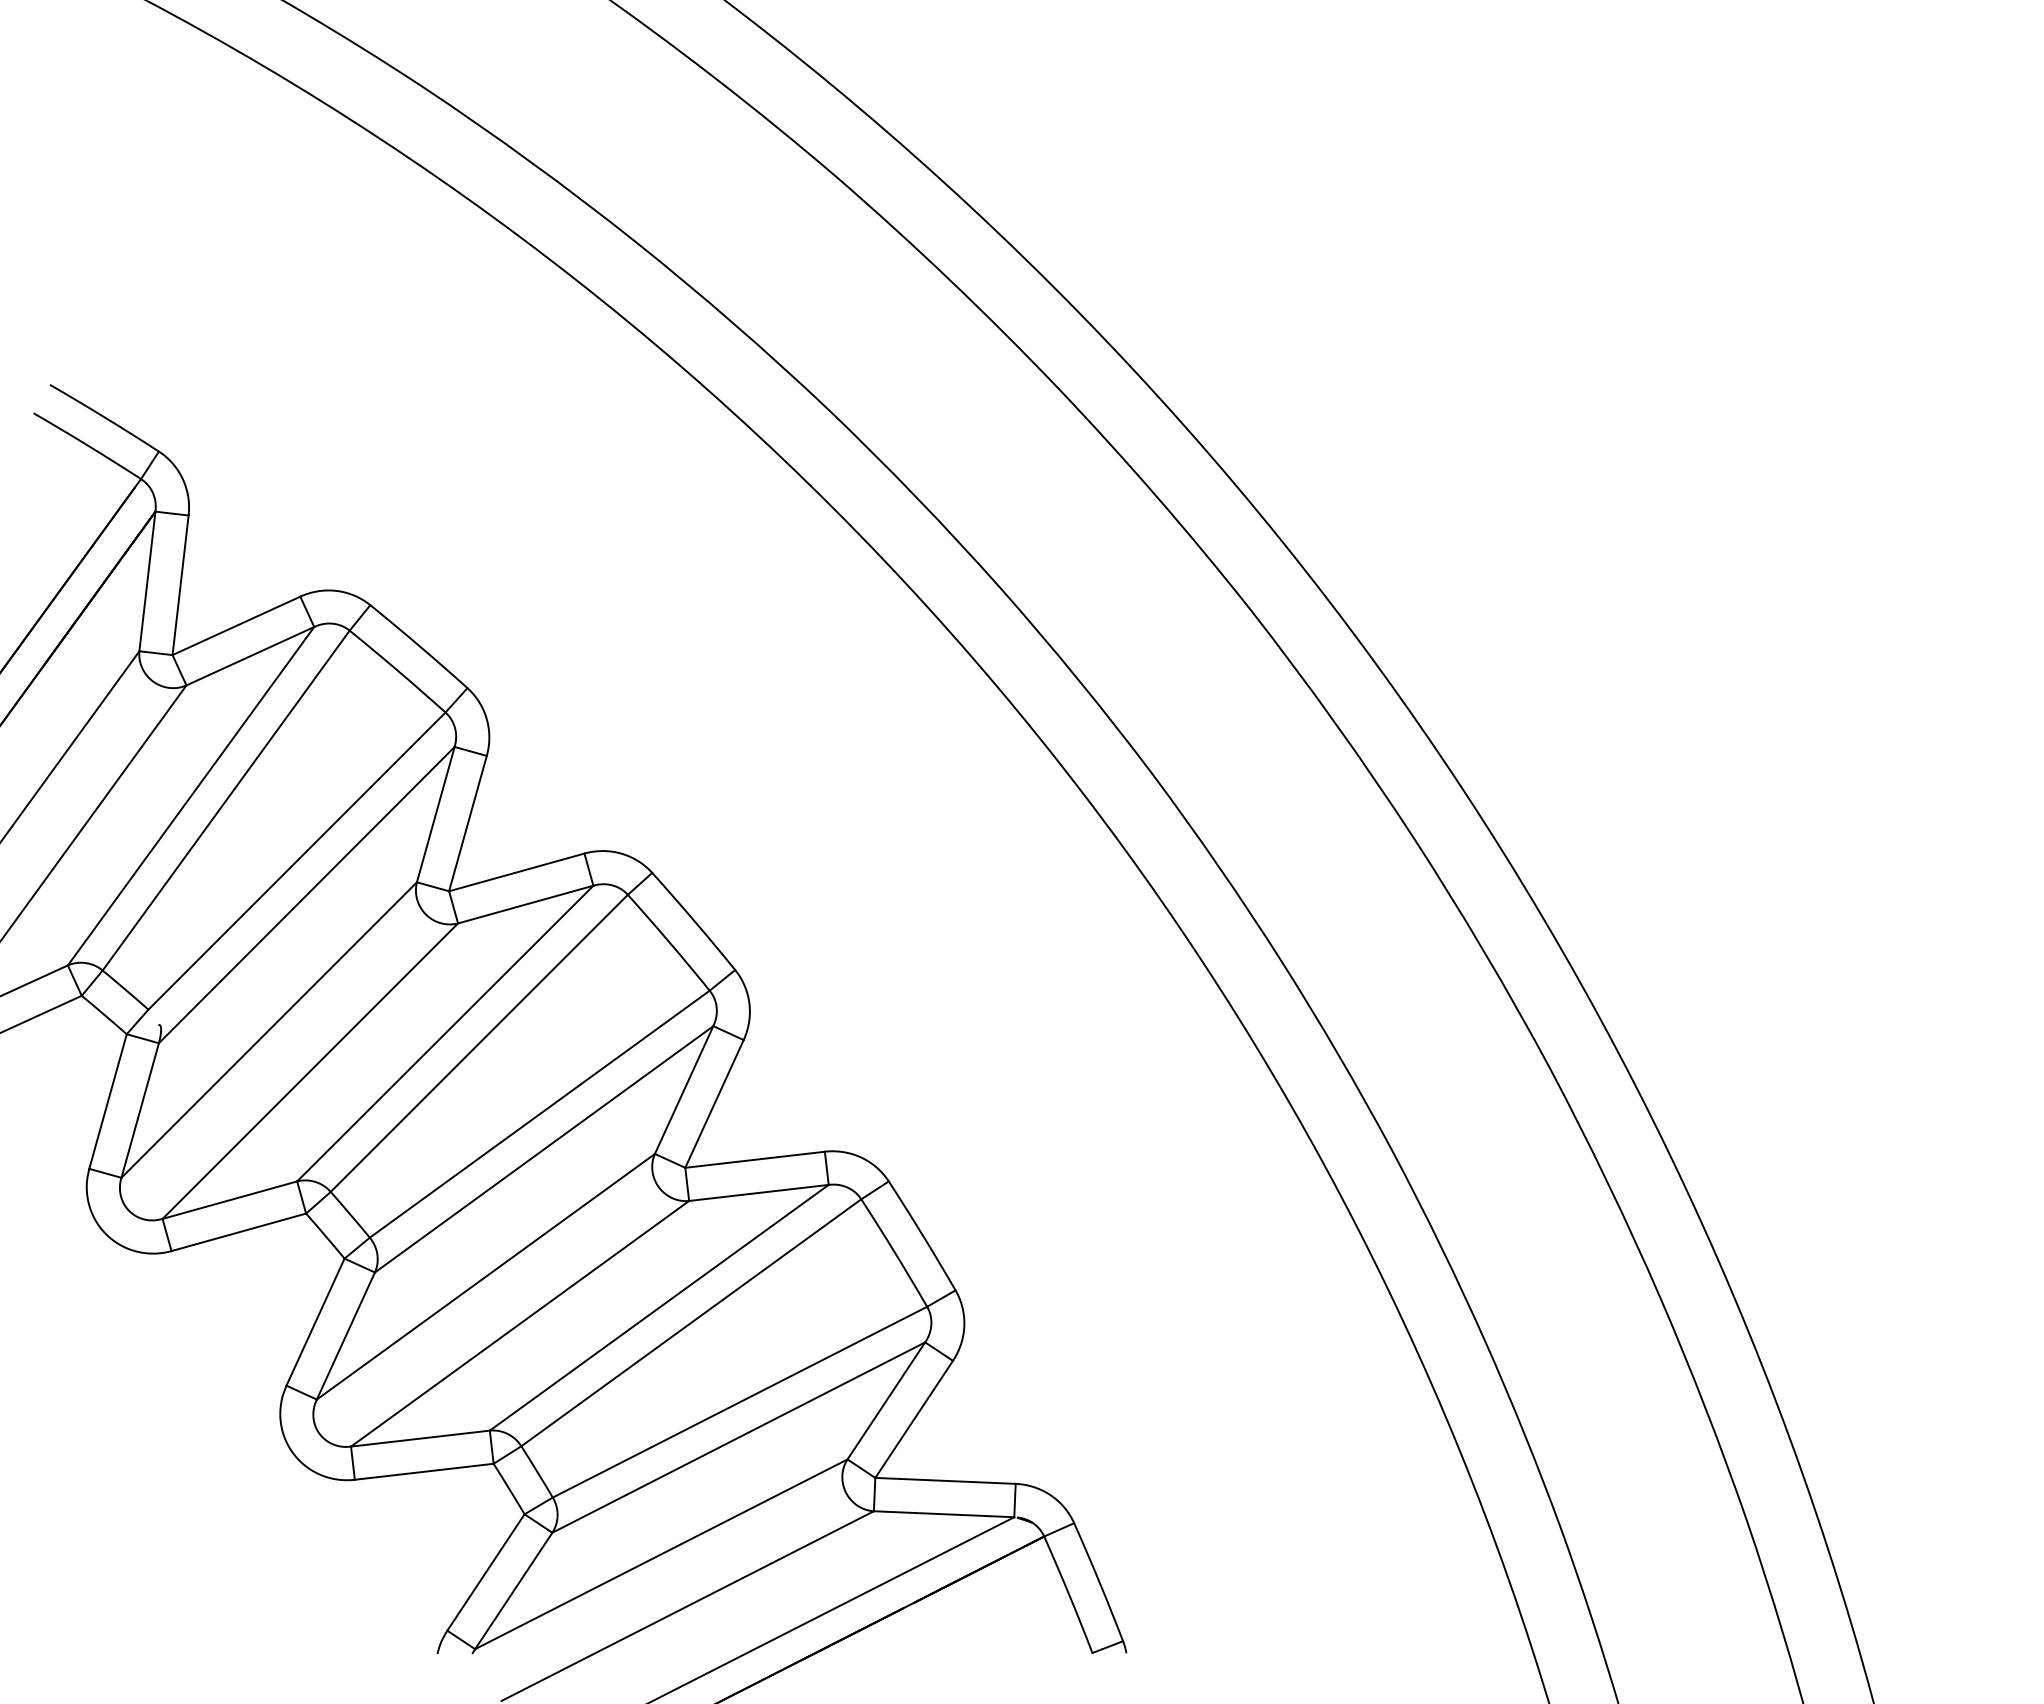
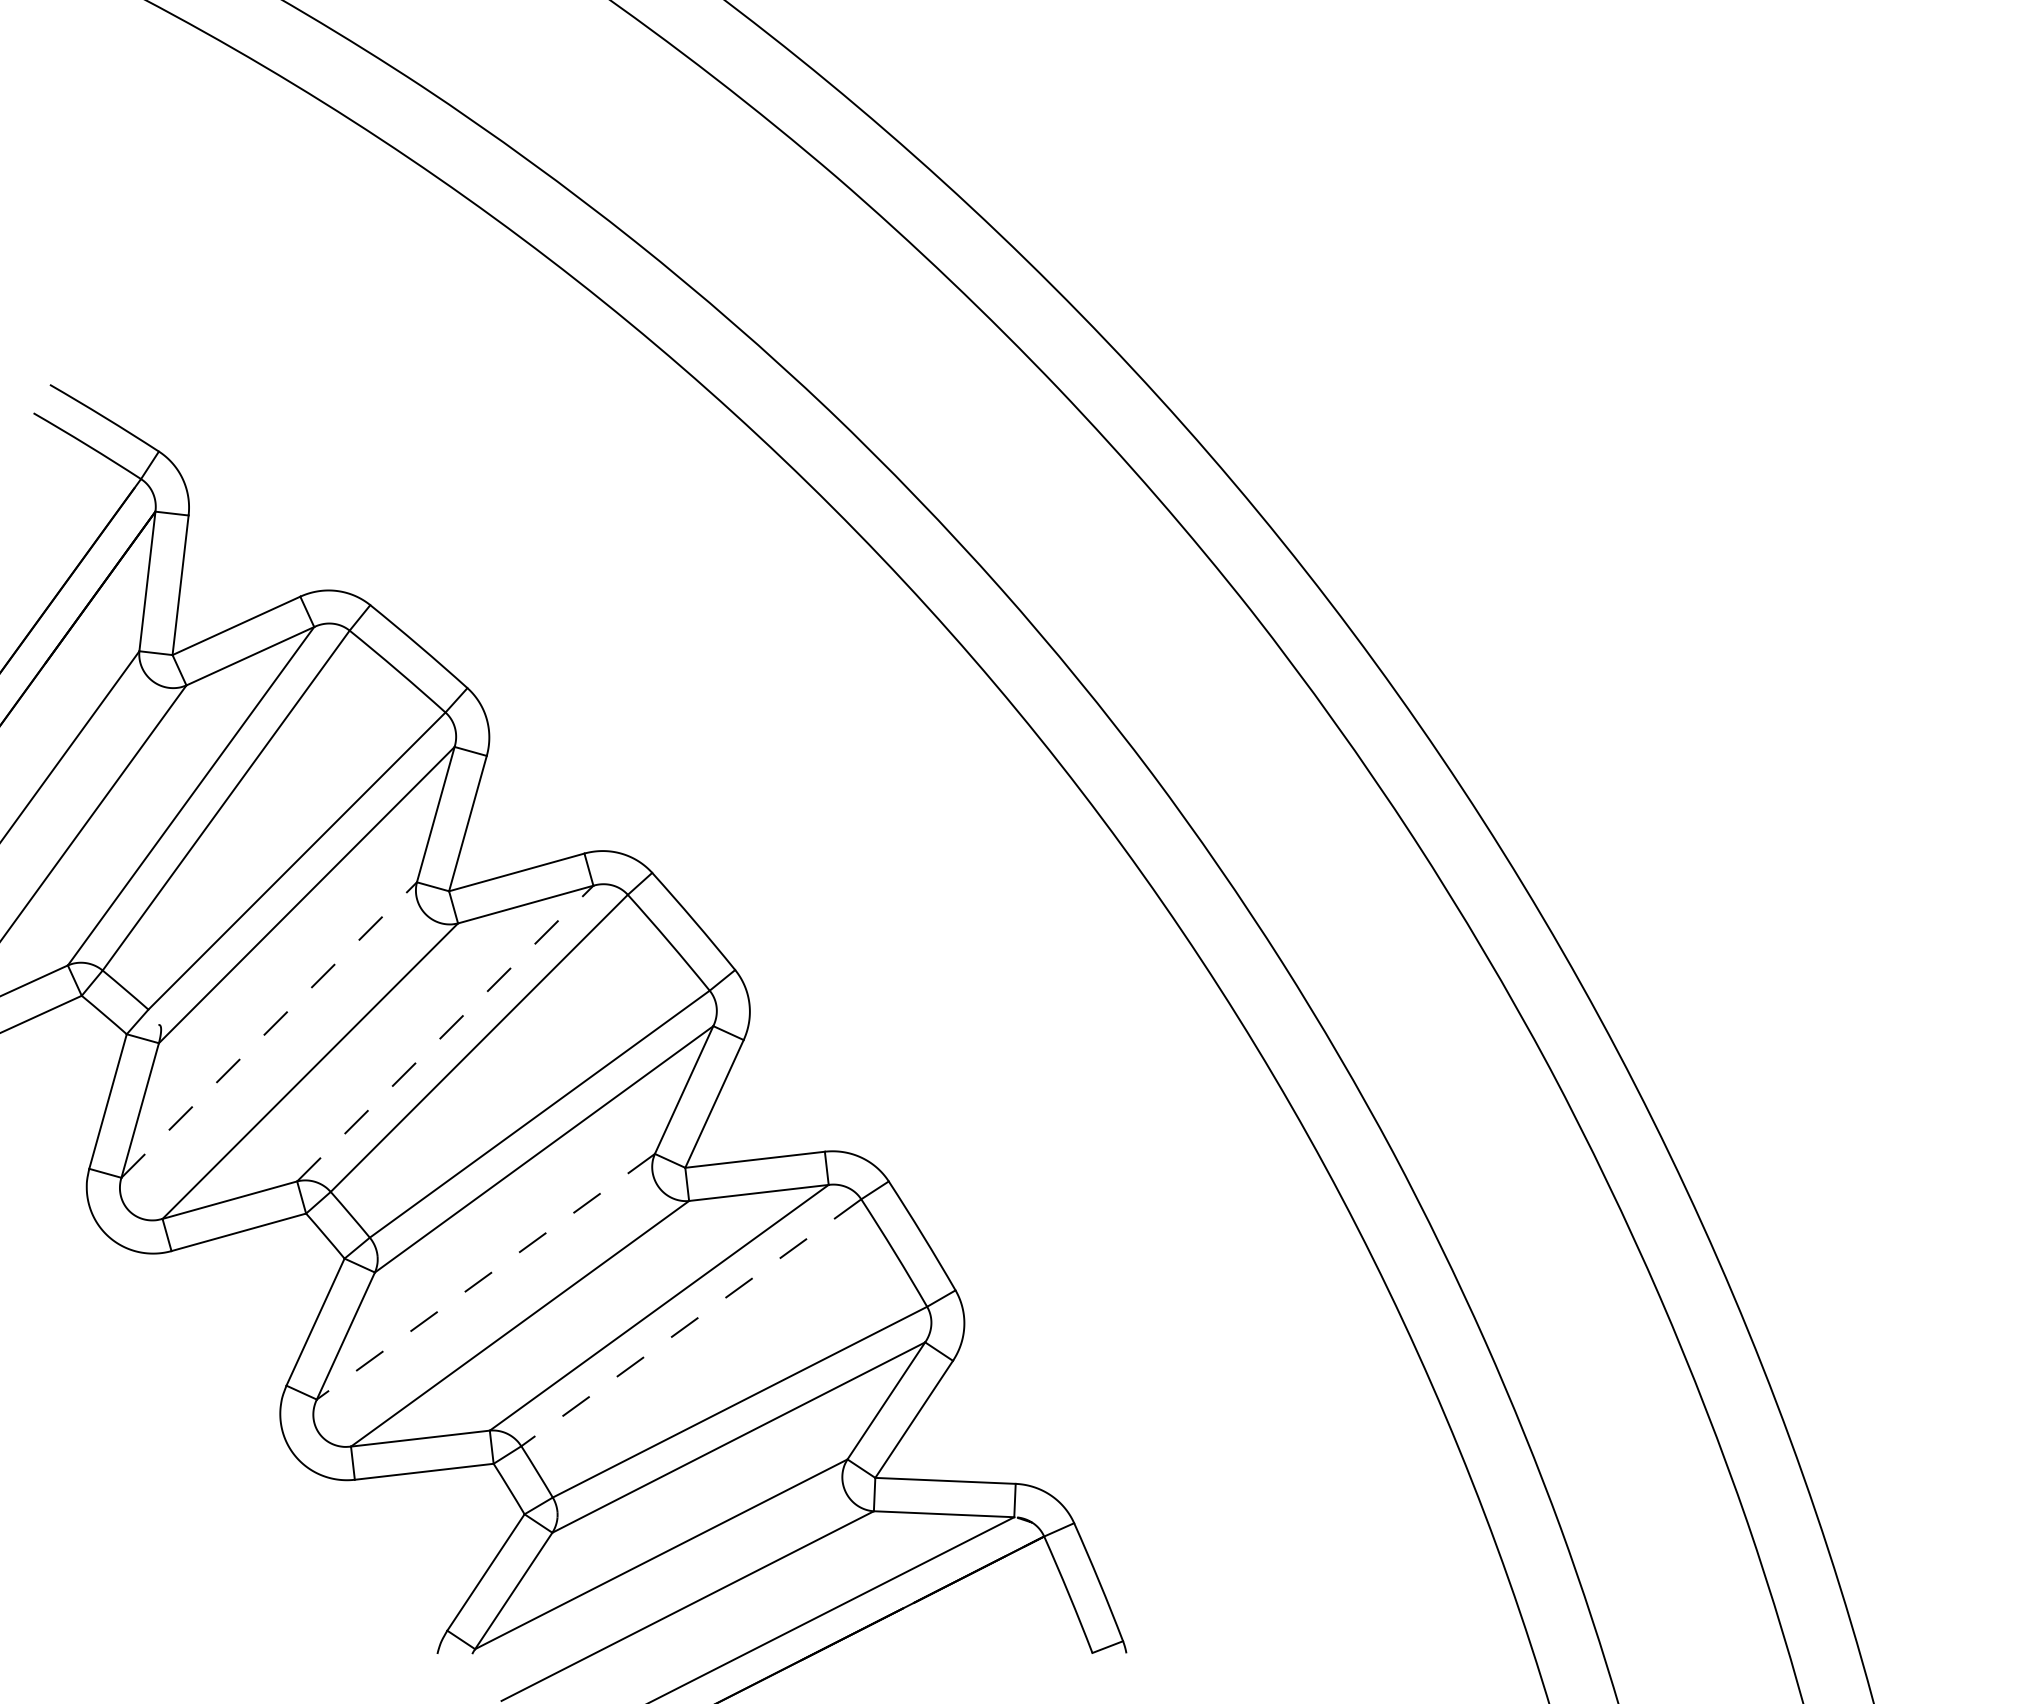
line at (269, 1030): solid -> dashed
line at (445, 1033): solid -> dashed
line at (485, 1276): solid -> dashed
line at (690, 1323): solid -> dashed
